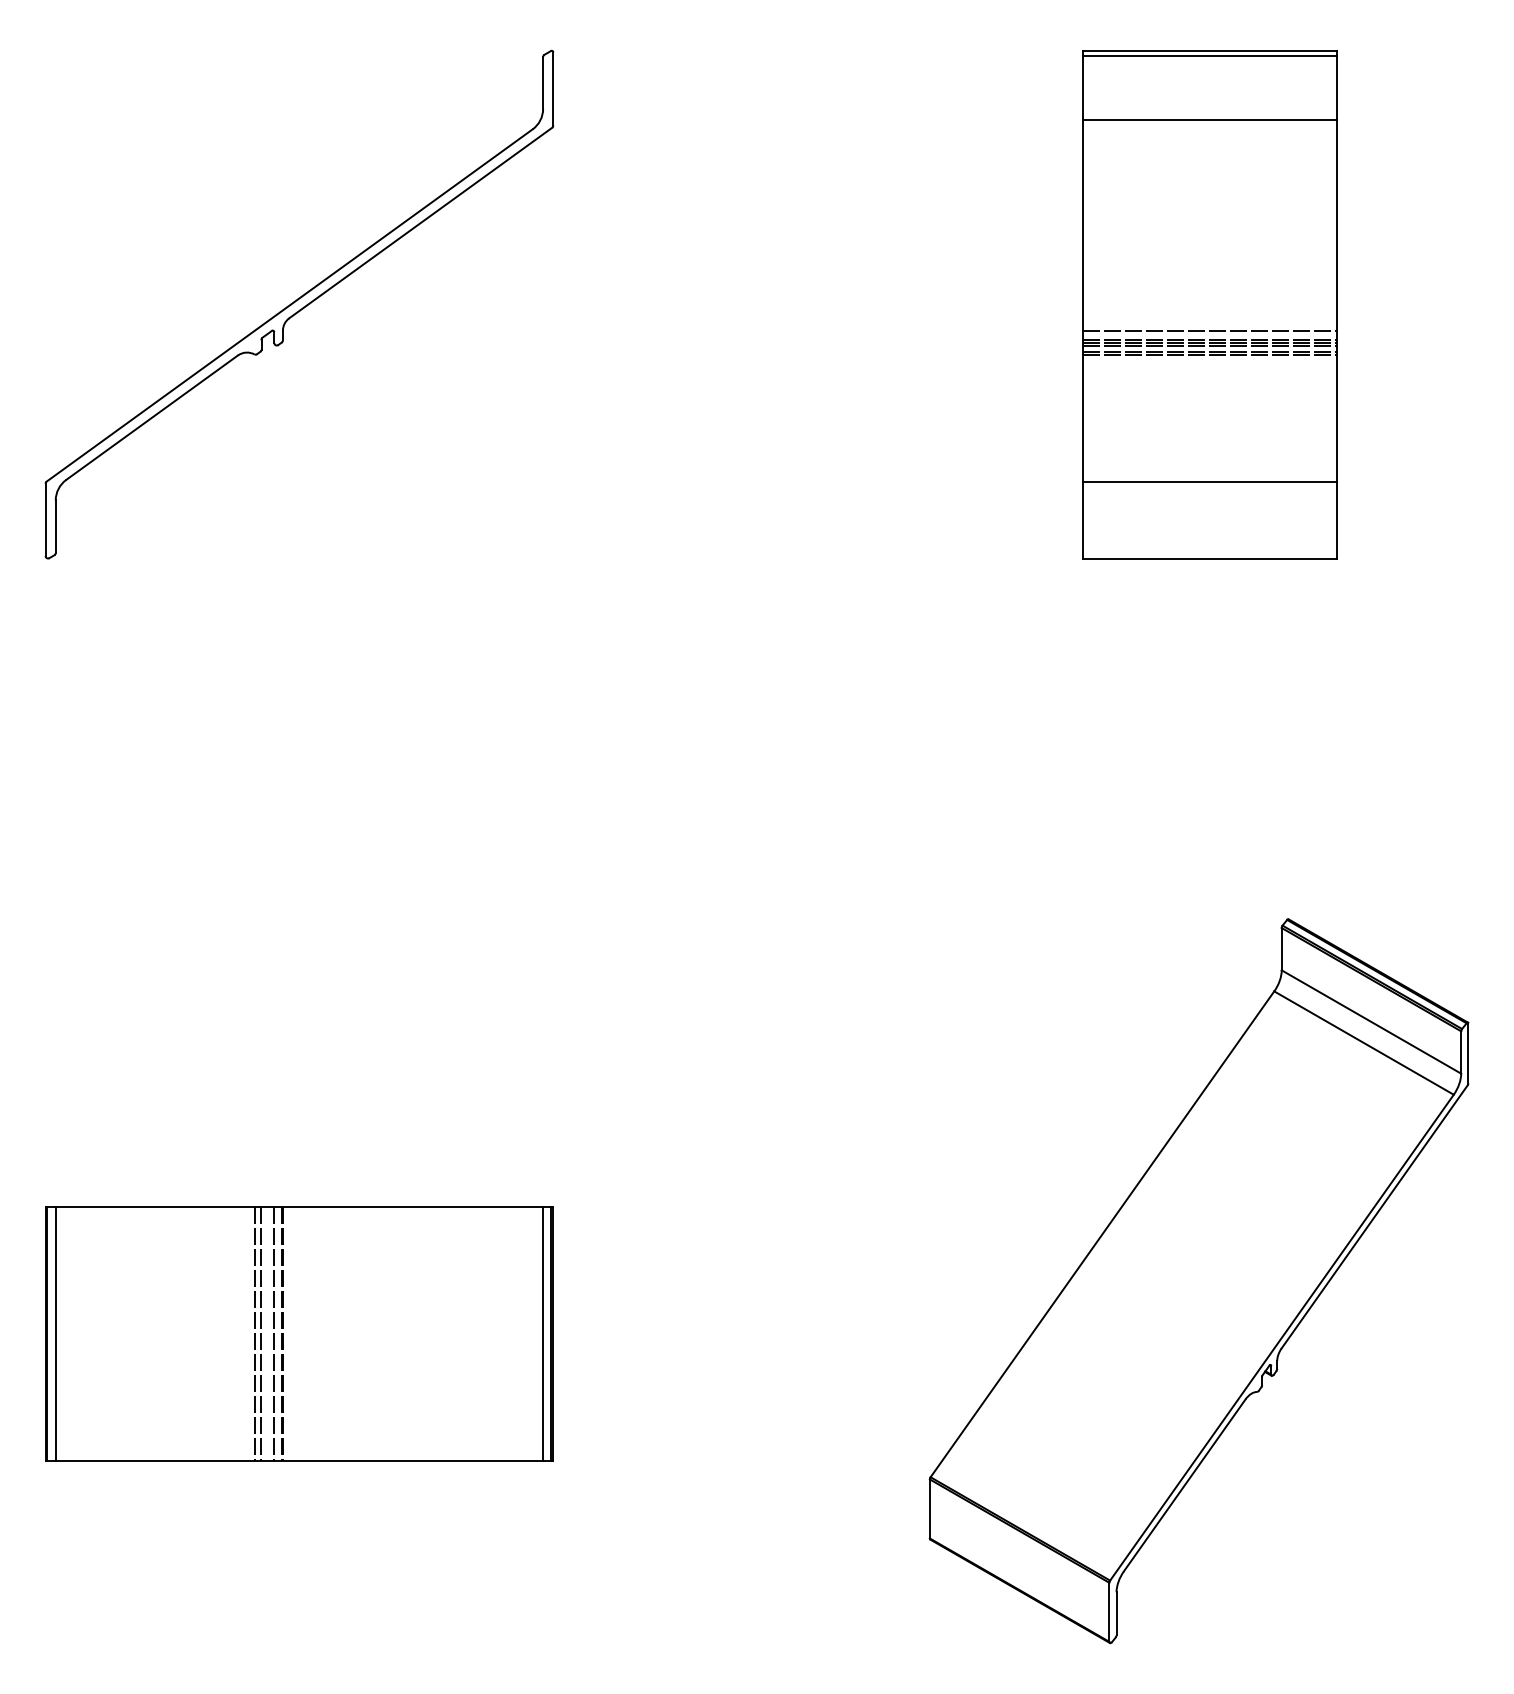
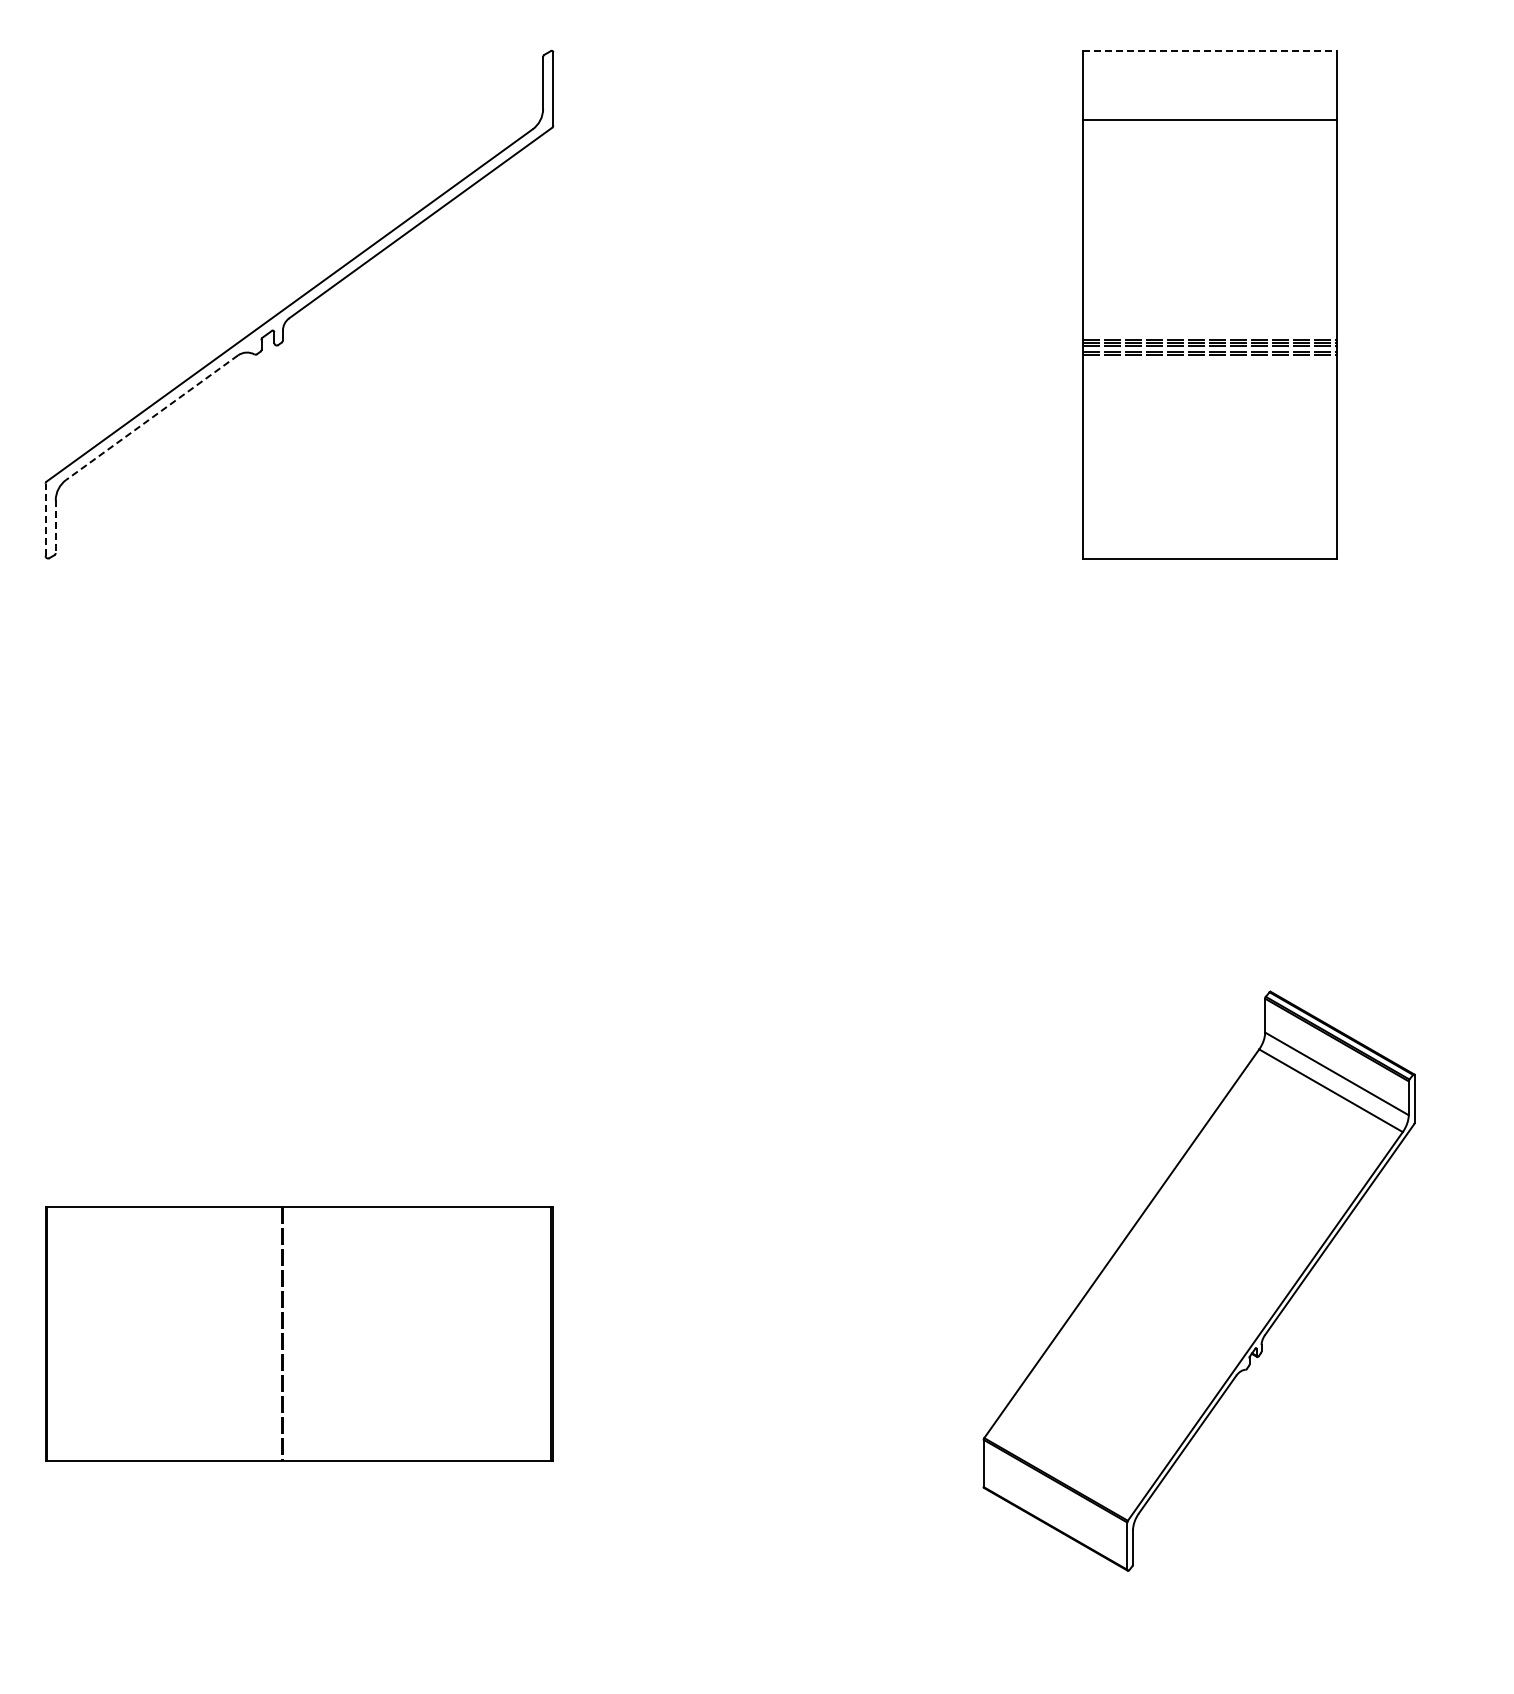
line at (1210, 50): solid -> dashed
line at (1209, 55): present -> none
line at (1209, 330): present -> none
line at (151, 417): solid -> dashed
line at (1209, 481): present -> none
line at (45, 519): solid -> dashed
line at (55, 527): solid -> dashed
part at (1198, 1281) size: 542x727 px -> 434x582 px
line at (55, 1334): present -> none
line at (254, 1334): present -> none
line at (261, 1334): present -> none
line at (274, 1334): present -> none
line at (543, 1334): present -> none
